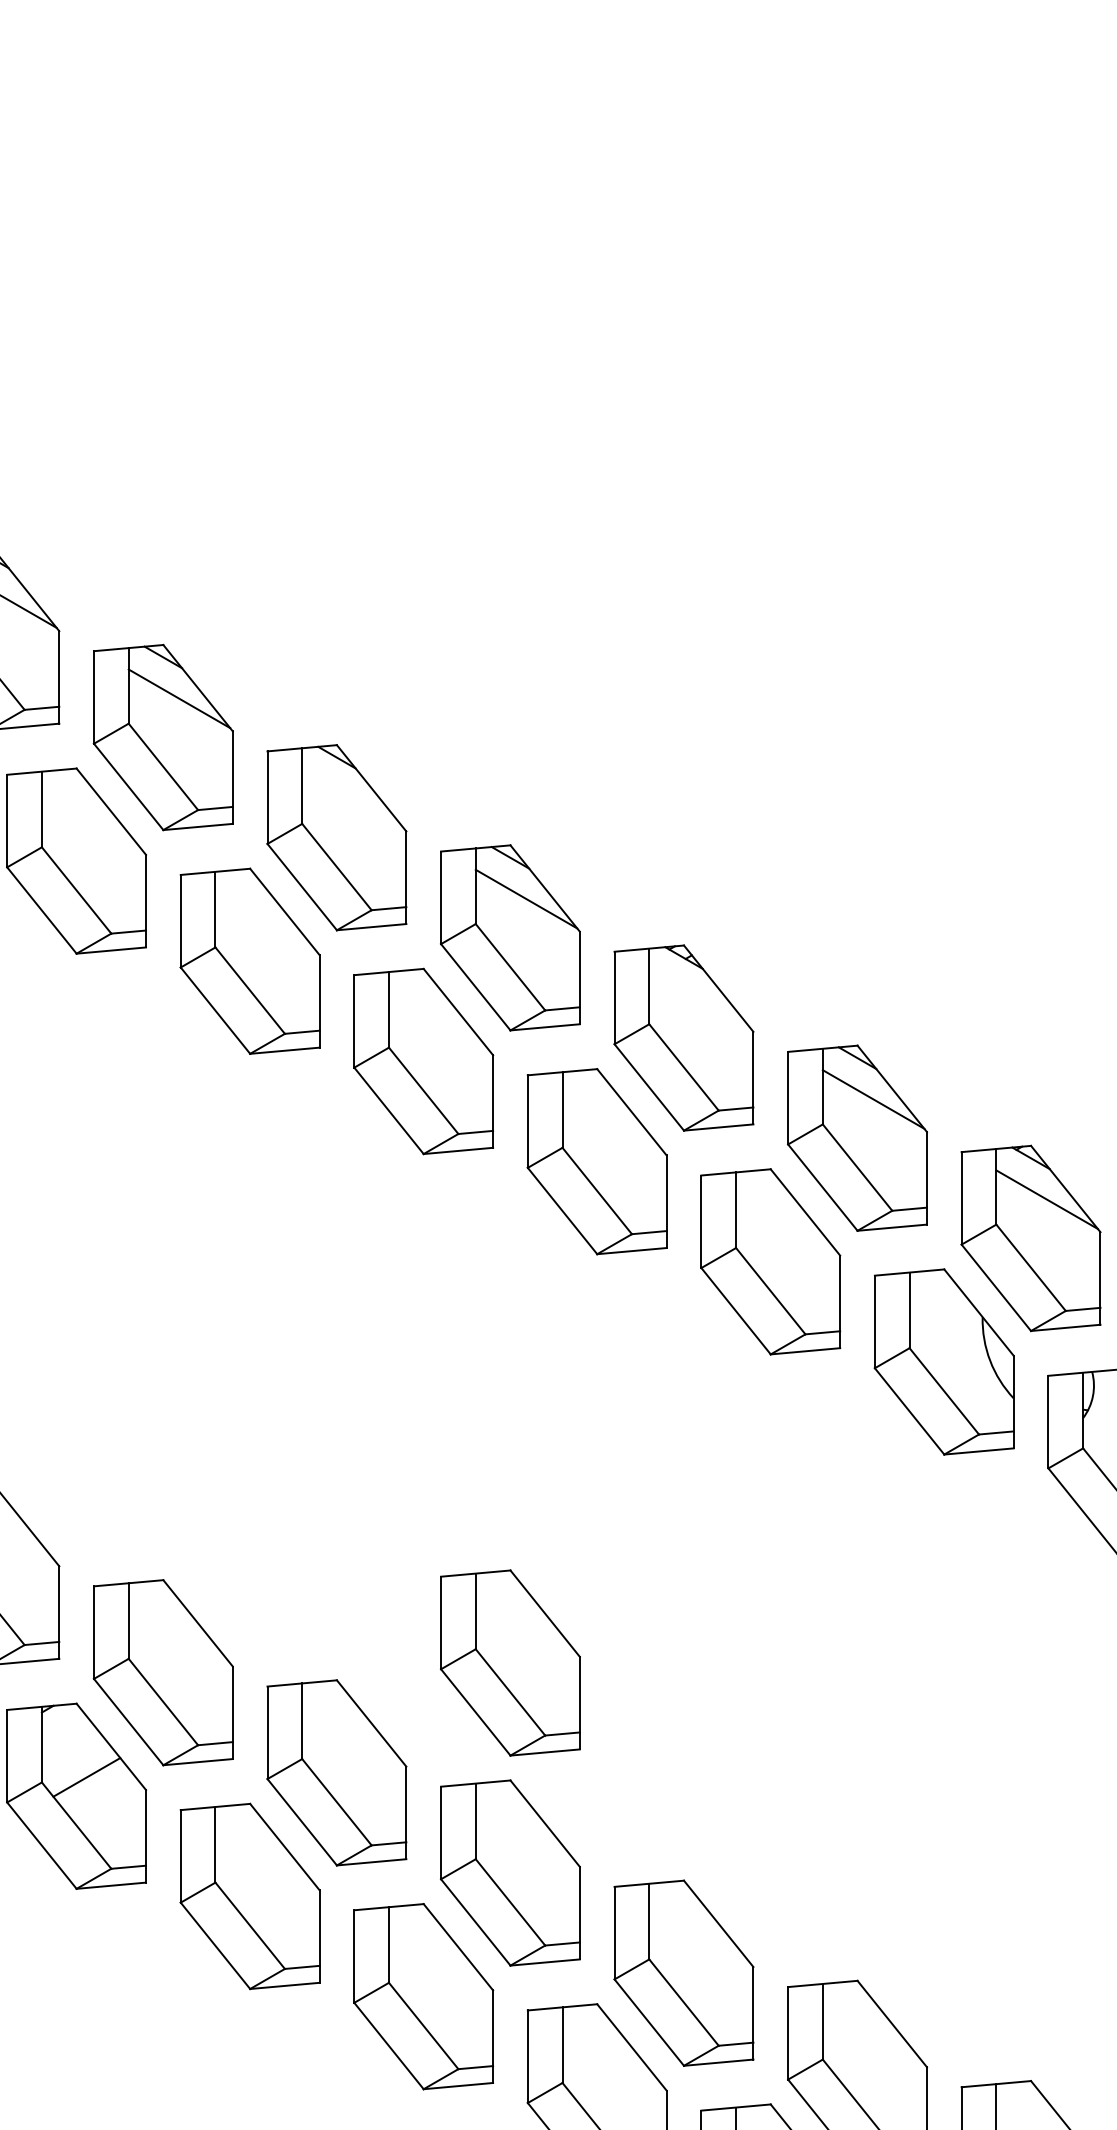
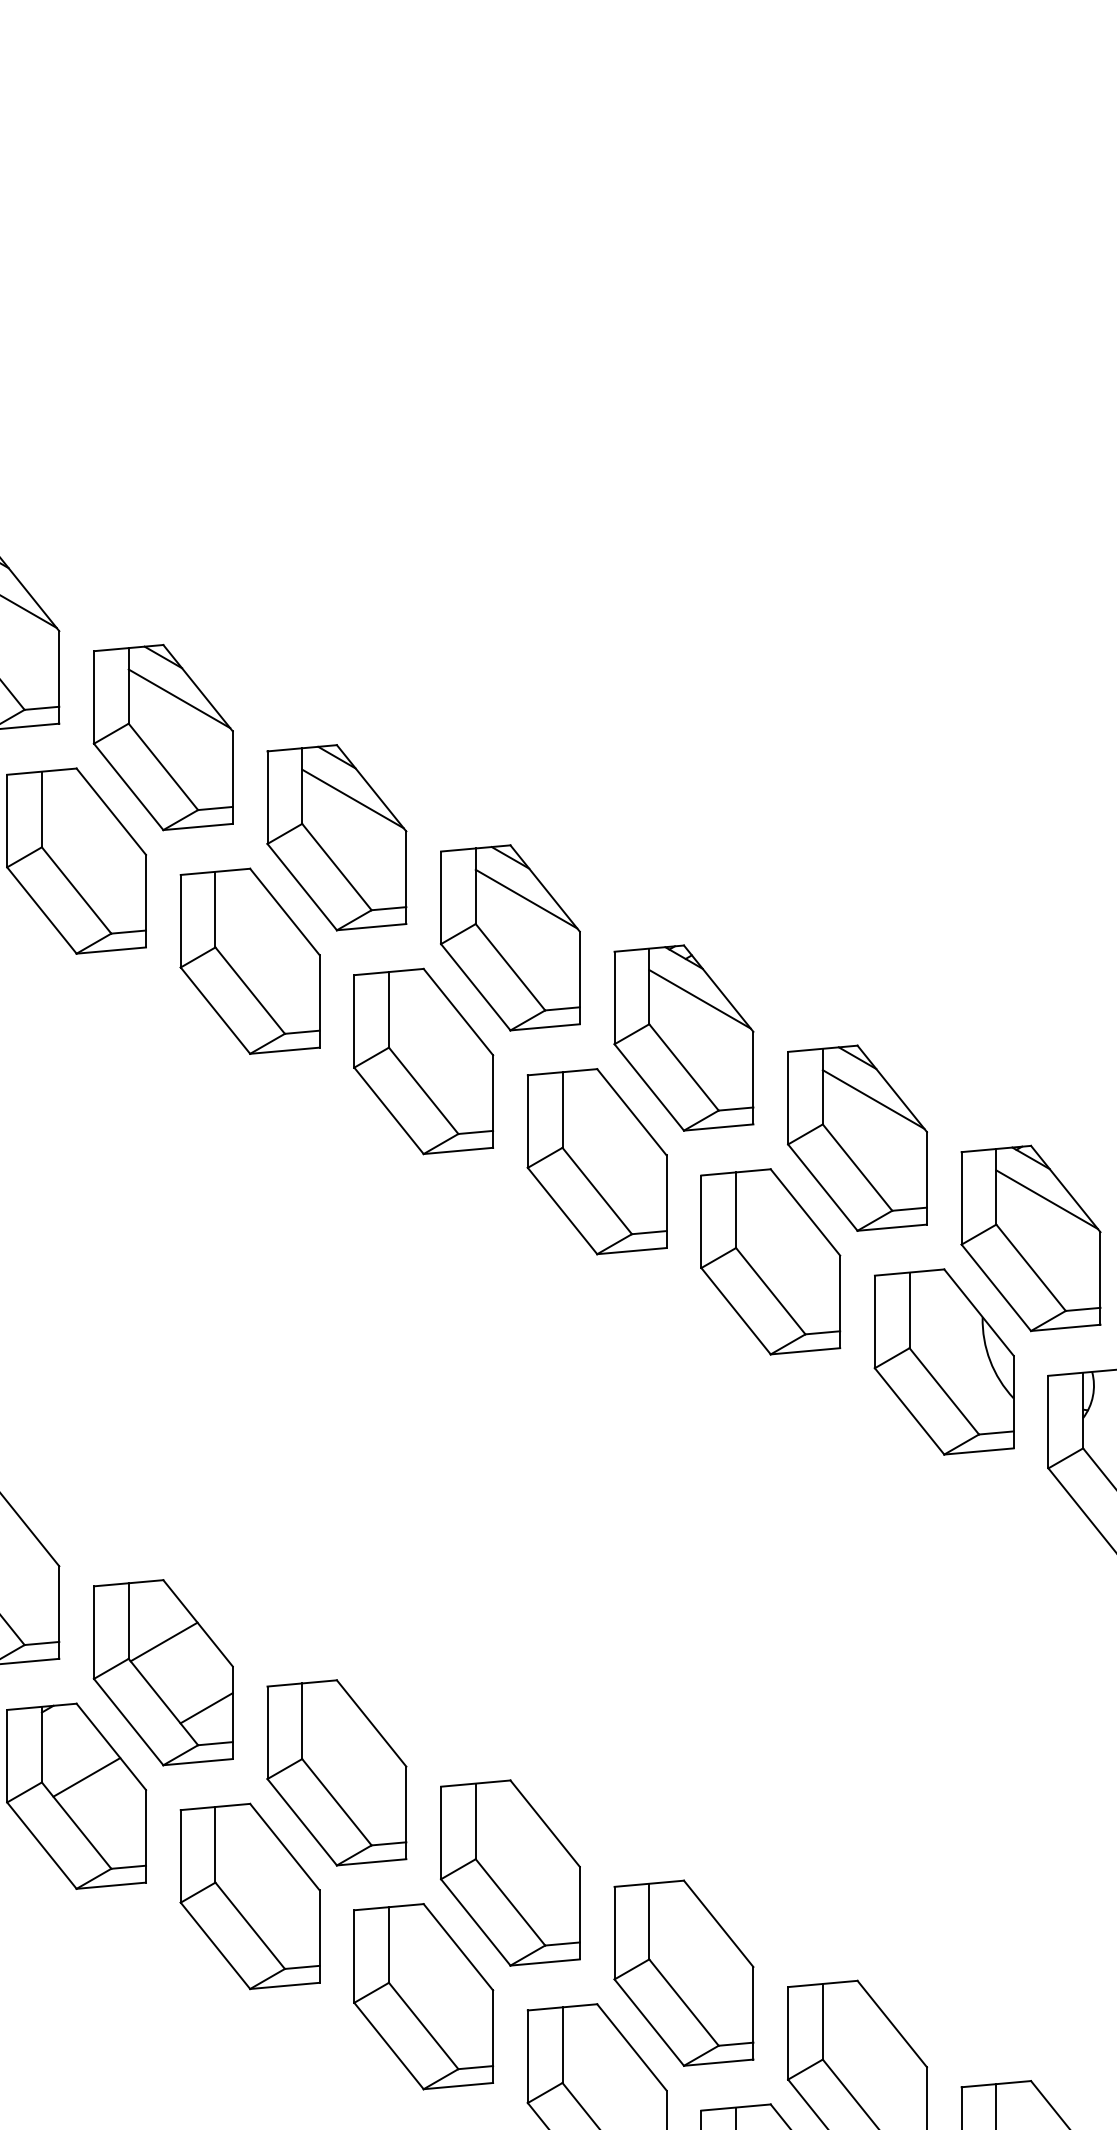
line at (352, 798): none -> present
line at (699, 999): none -> present
line at (163, 1641): none -> present
part at (510, 1662): present -> none
line at (206, 1708): none -> present
